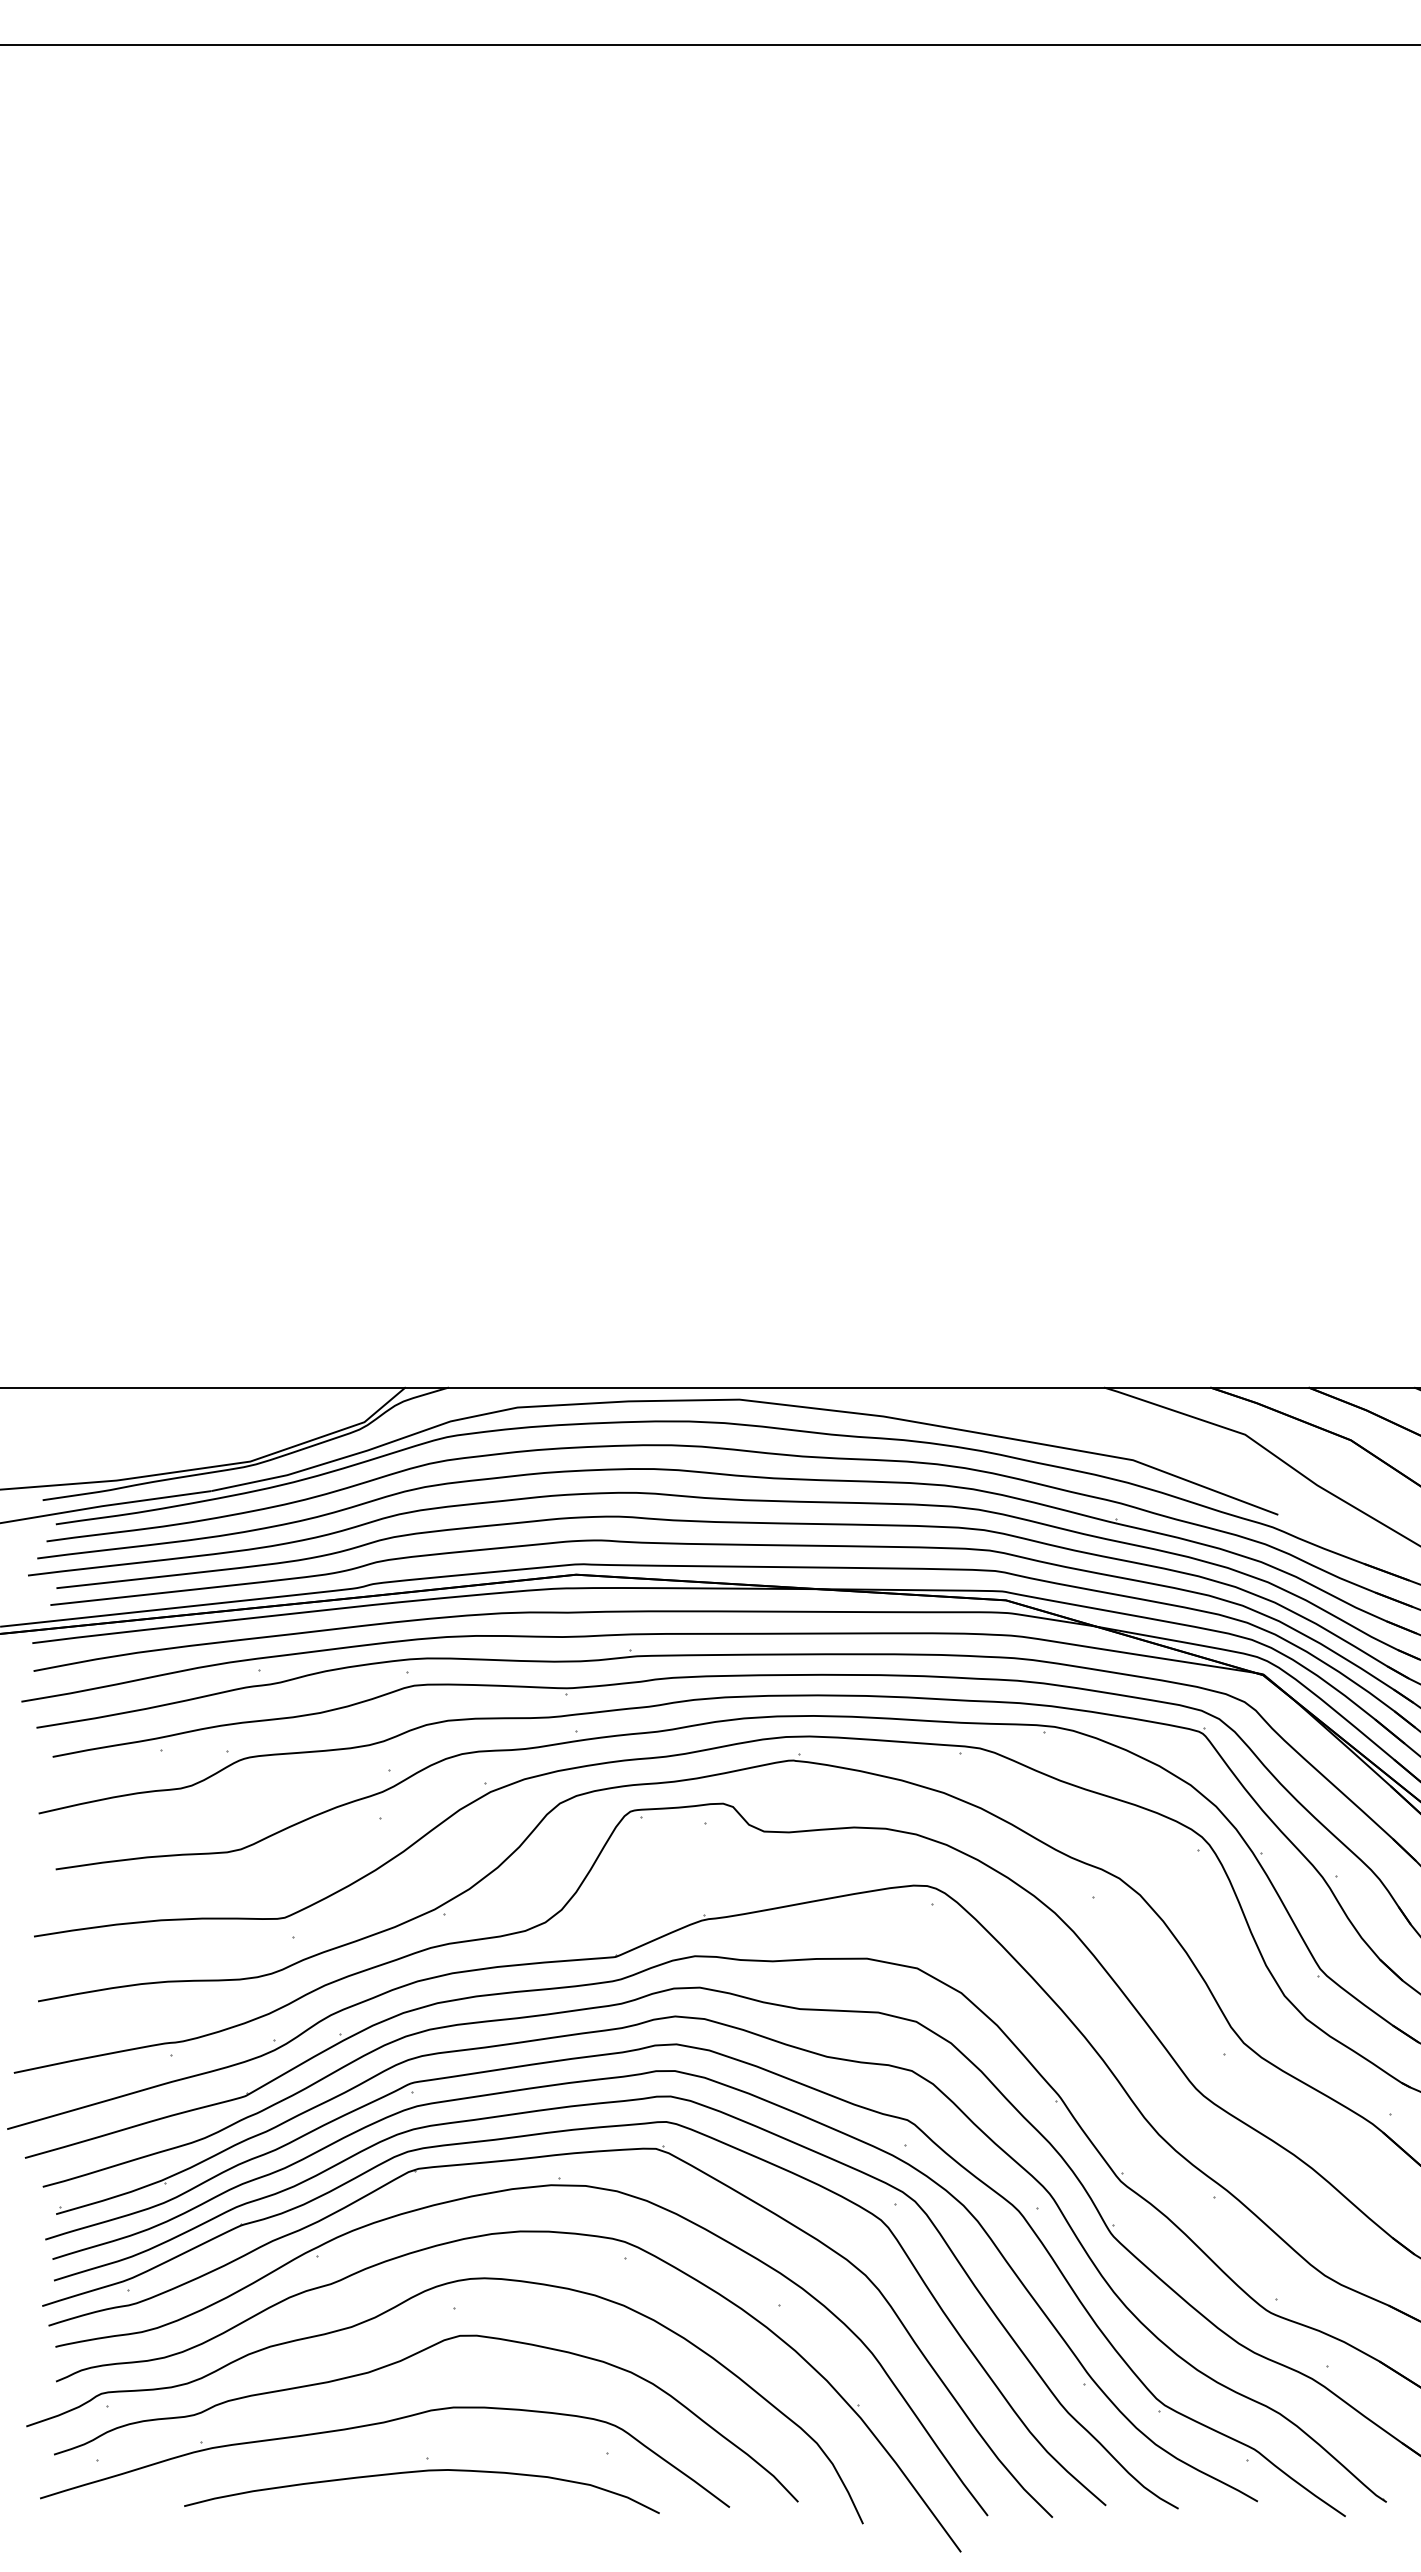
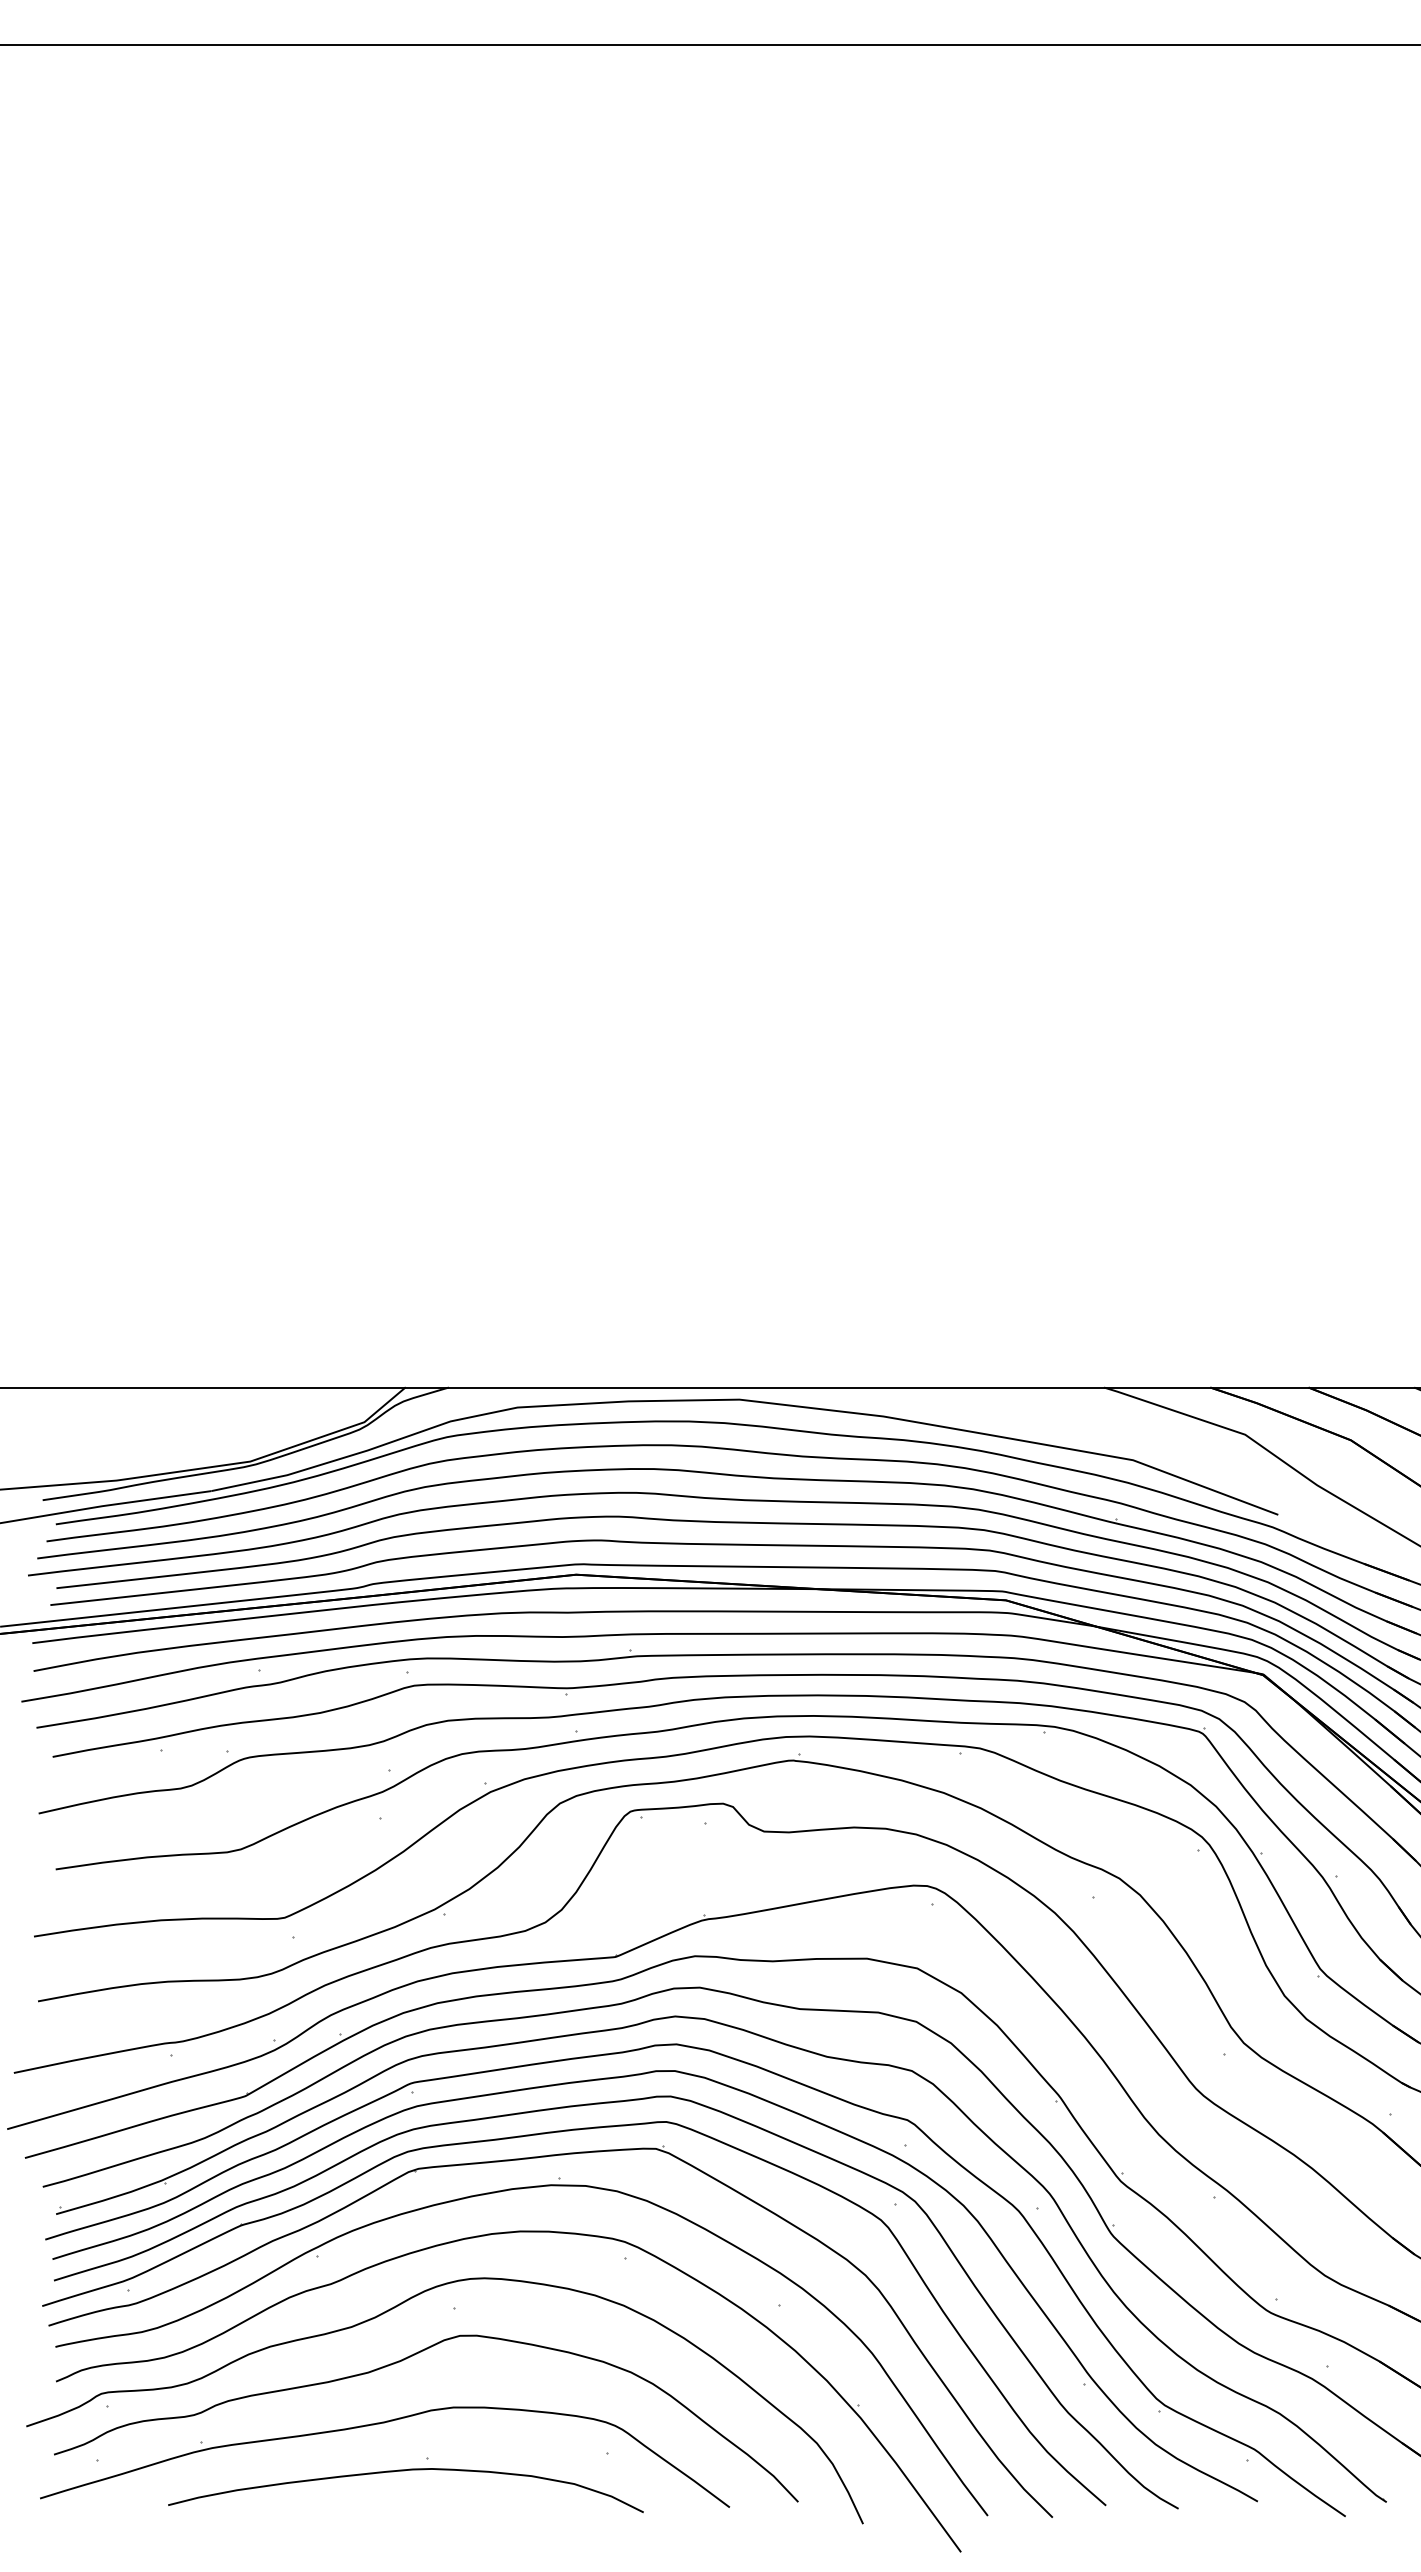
curve at (420, 2472) position: (420, 2472) -> (404, 2471)
